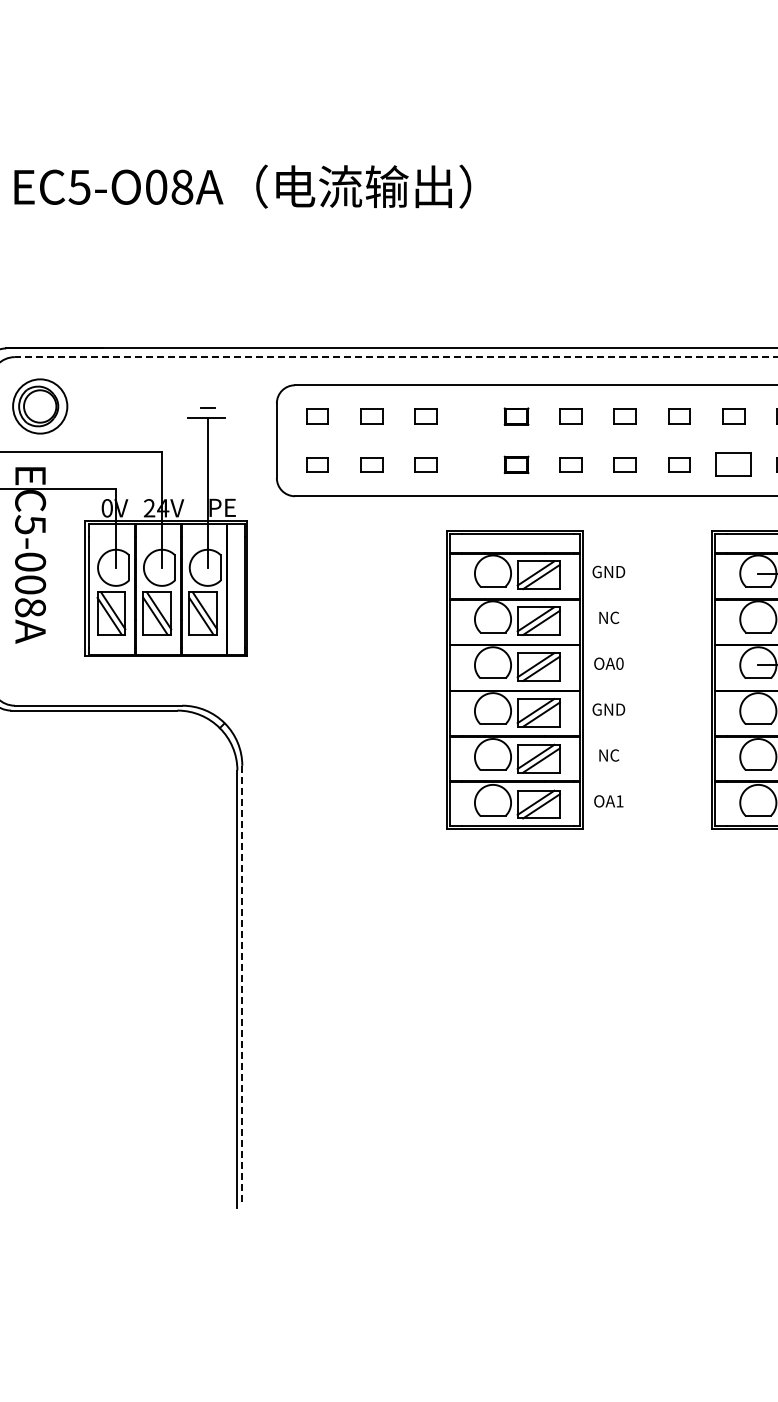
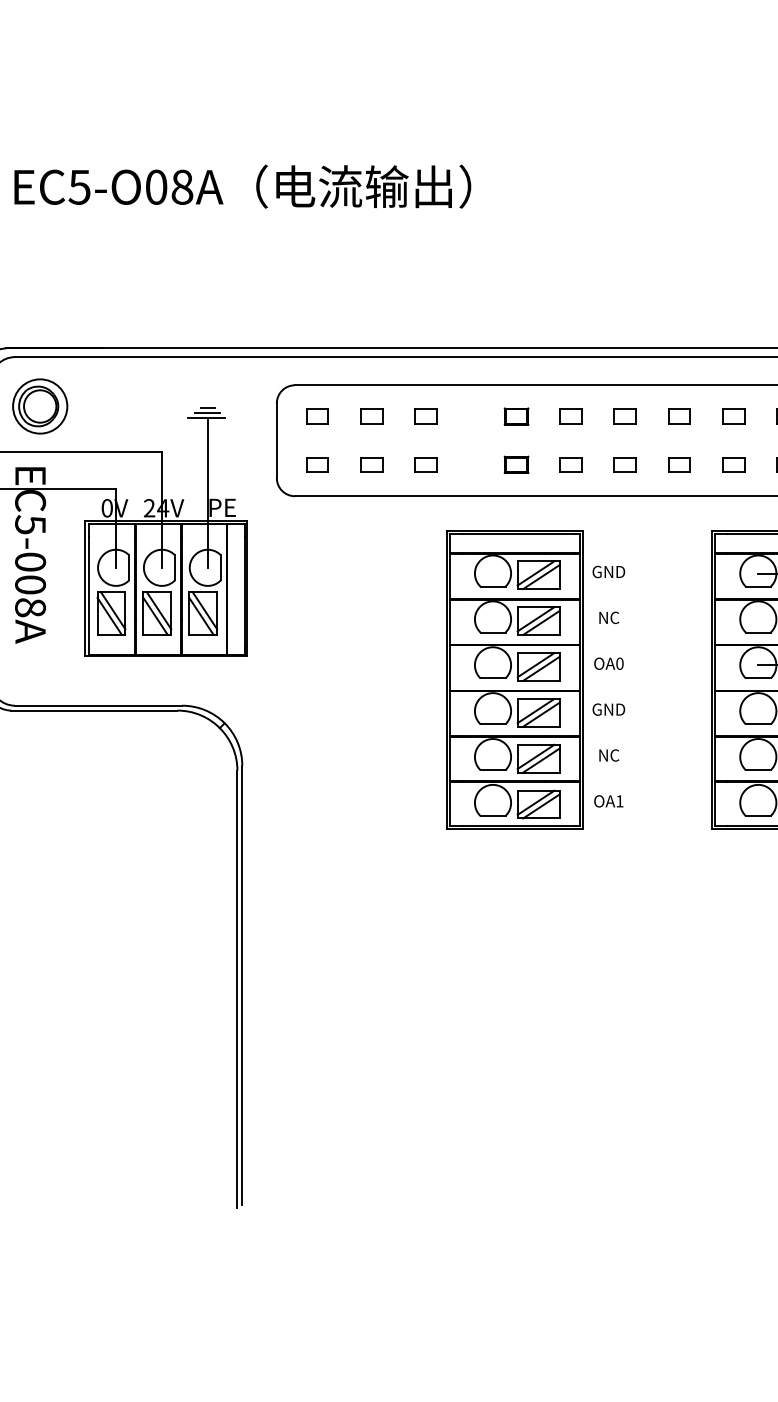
line at (395, 357): dashed -> solid
line at (207, 412): none -> present
part at (733, 464) size: 37x25 px -> 24x16 px
line at (242, 985): dashed -> solid
